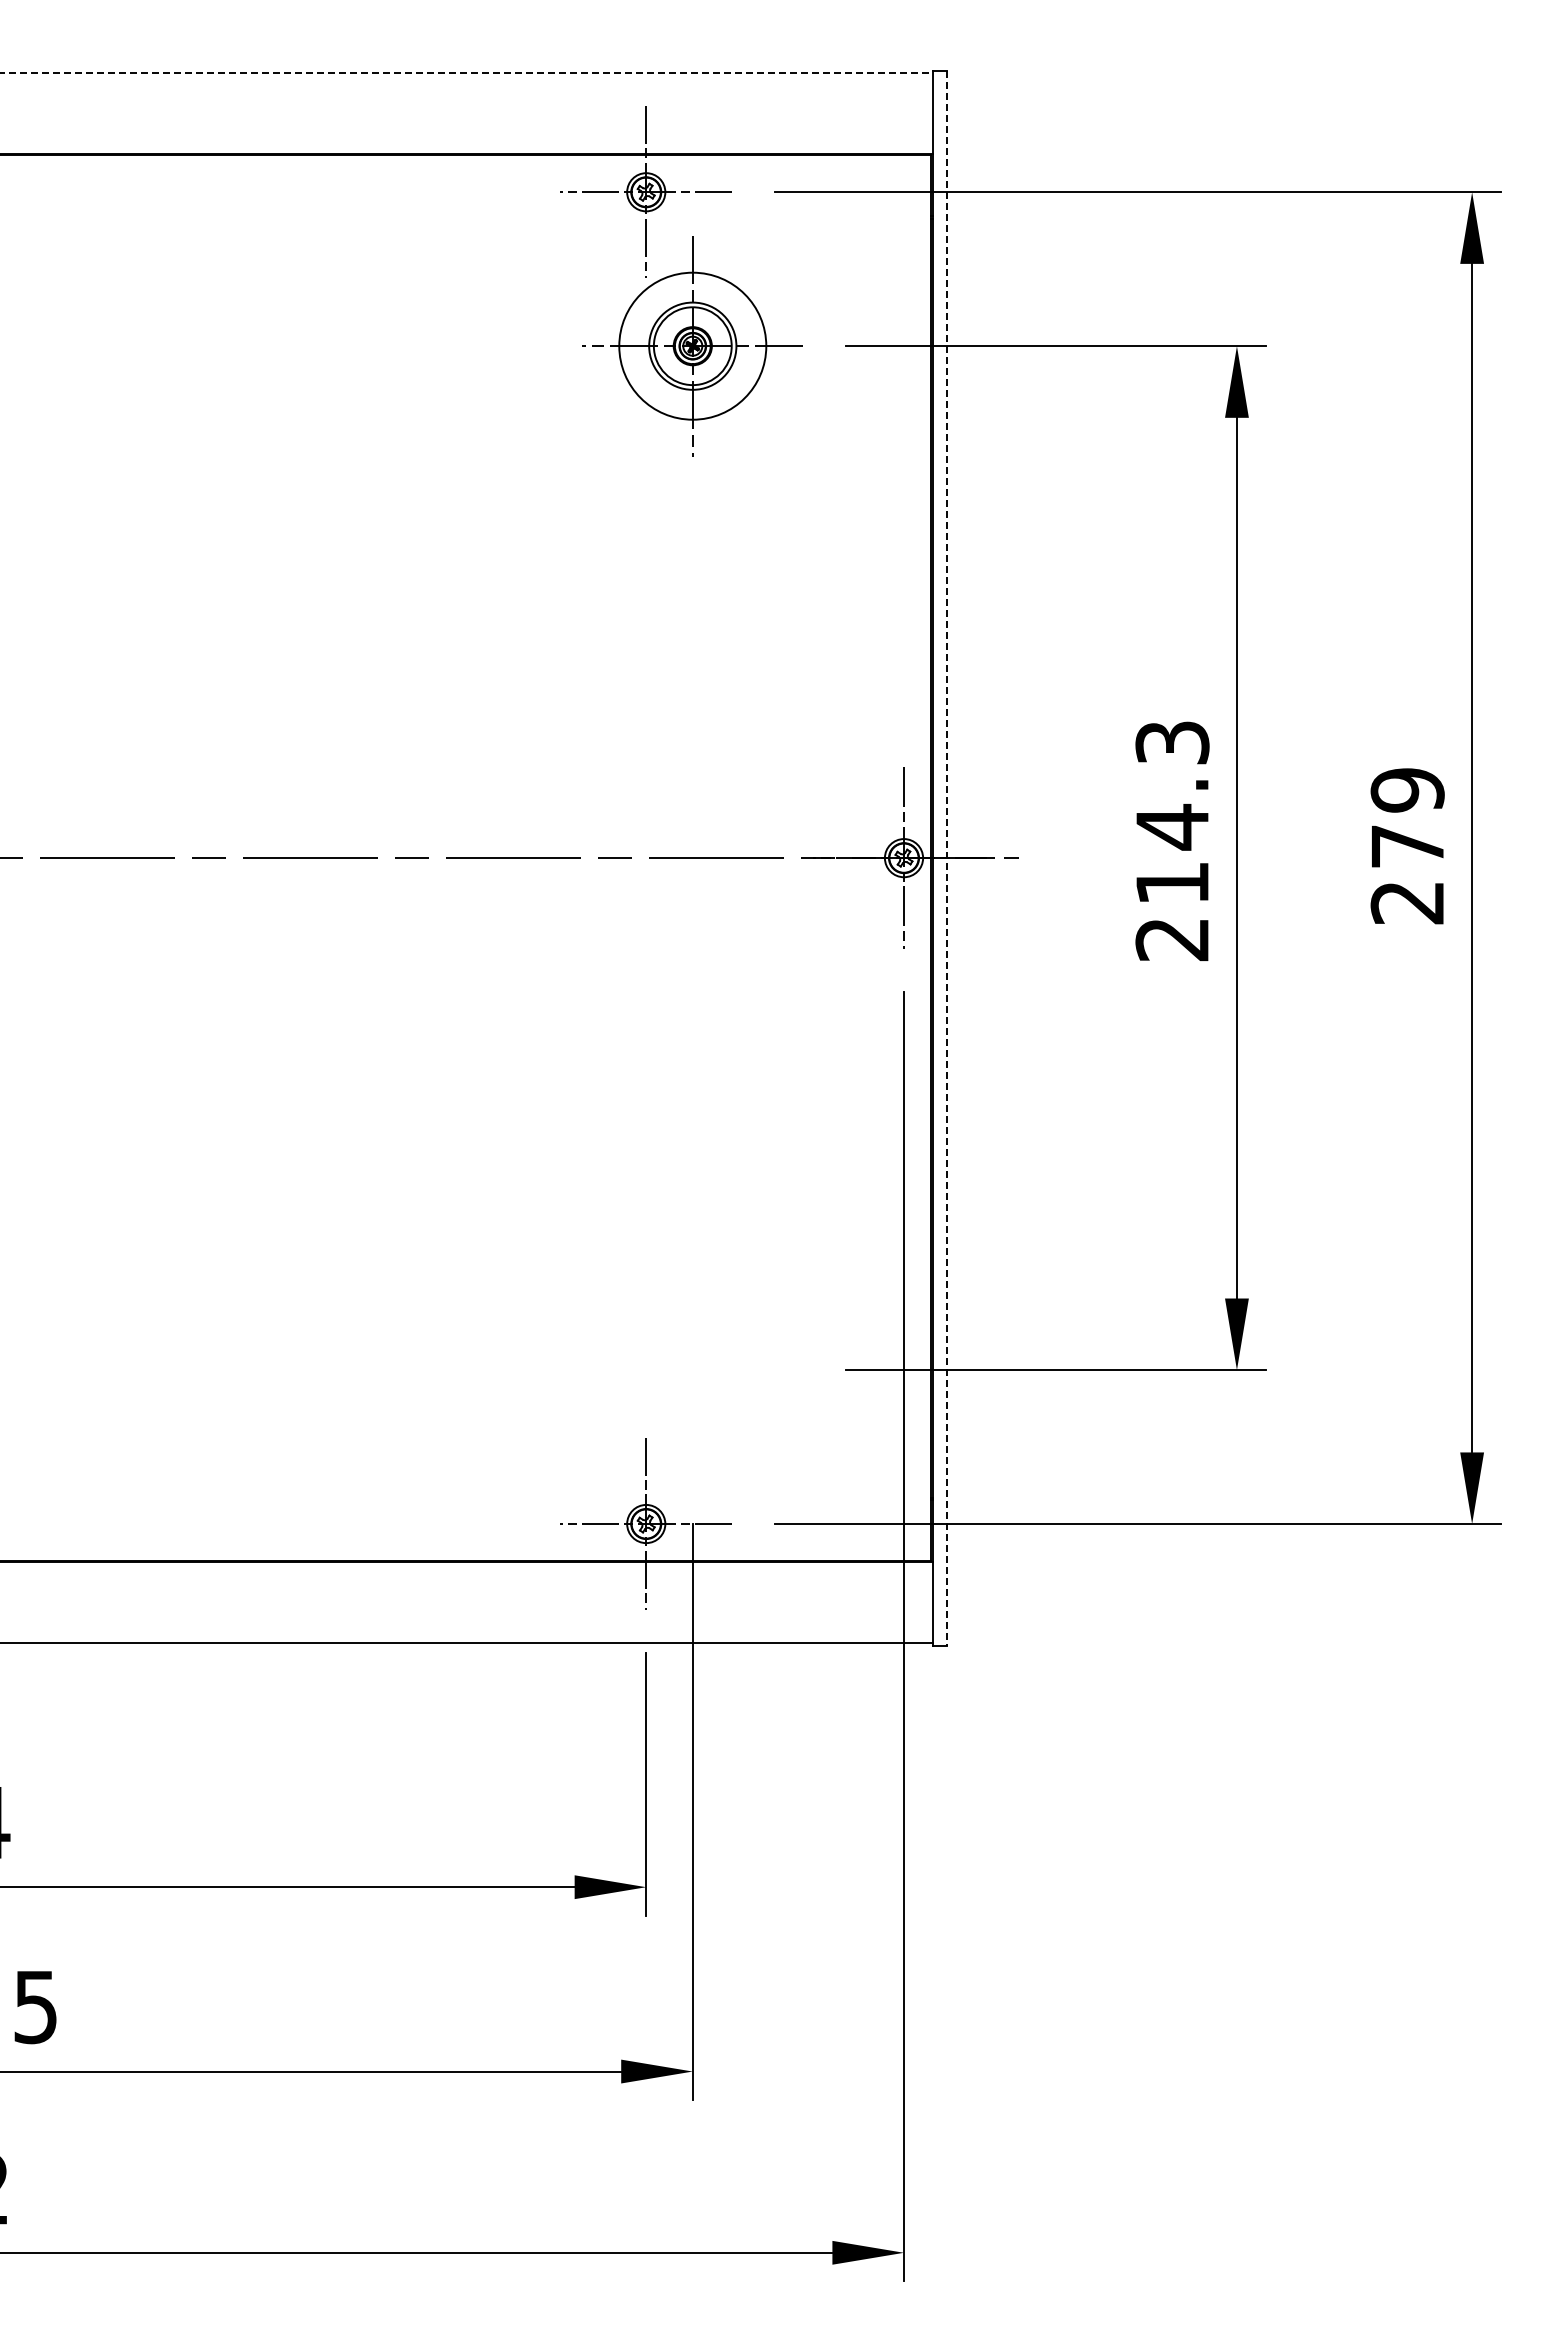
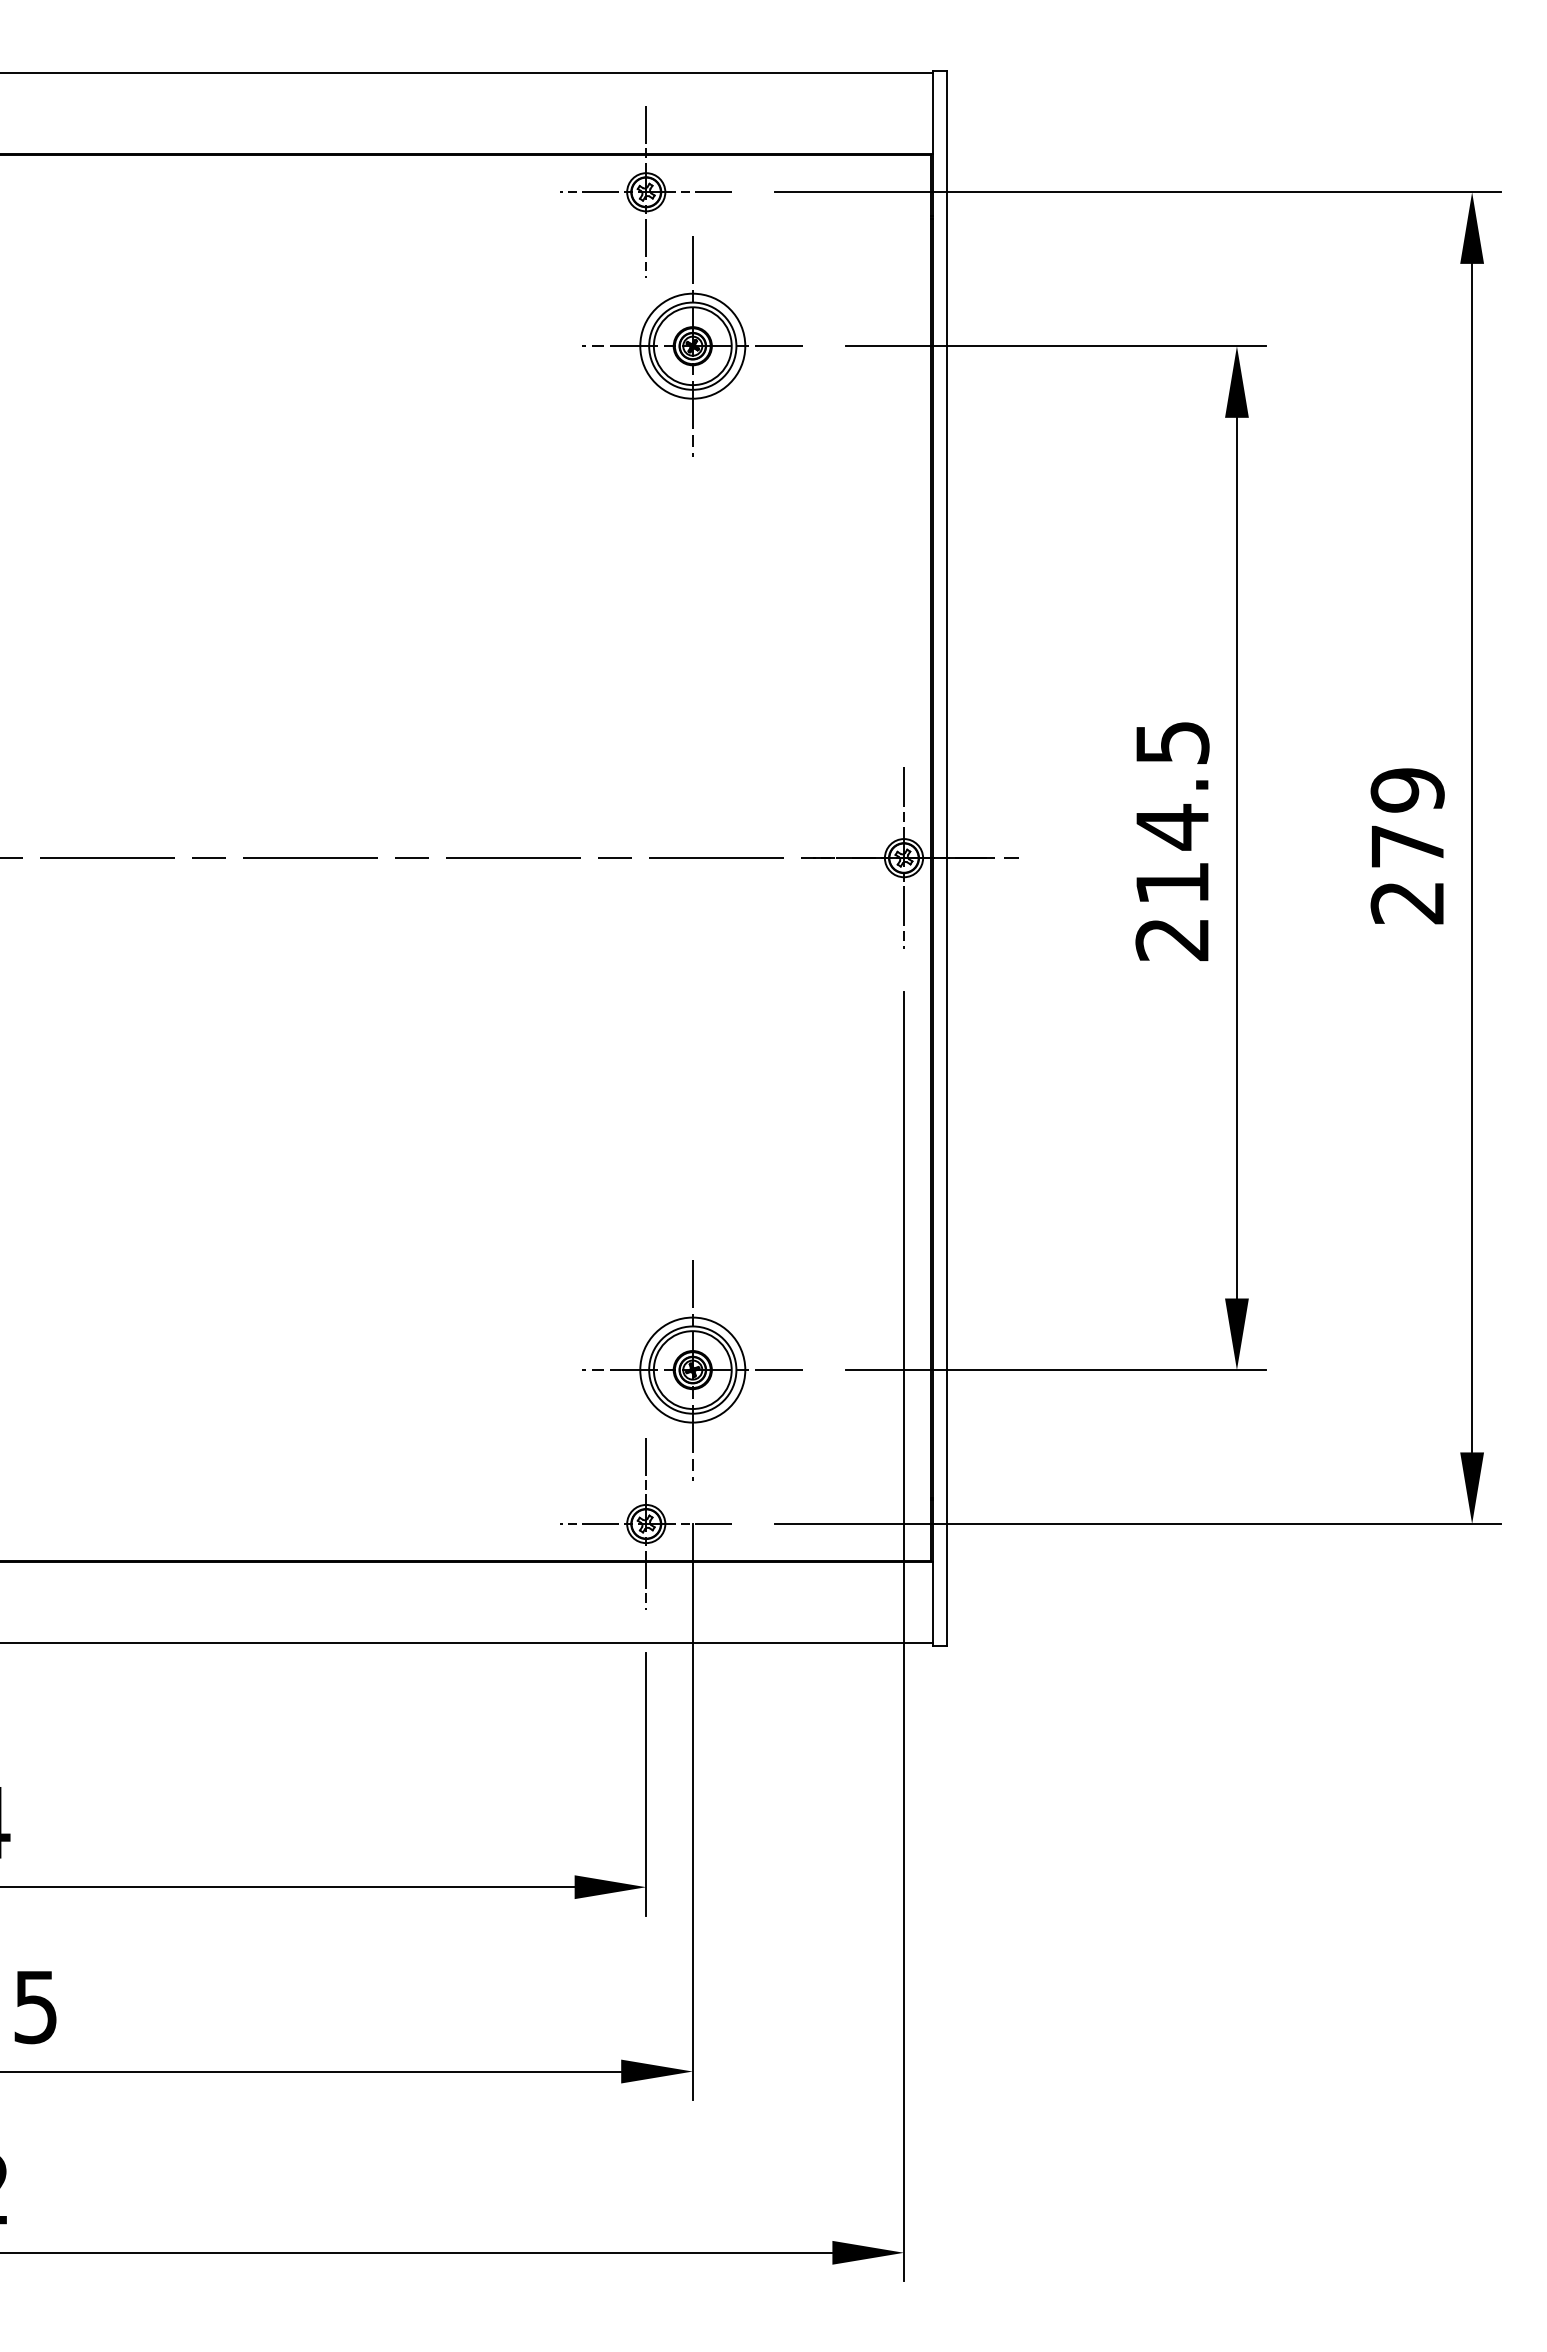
line at (466, 72): dashed -> solid
circle at (692, 345) diameter: 147 px -> 105 px
text at (1172, 742): 214.3 -> 214.5
line at (946, 858): dashed -> solid
part at (692, 1370): none -> present
